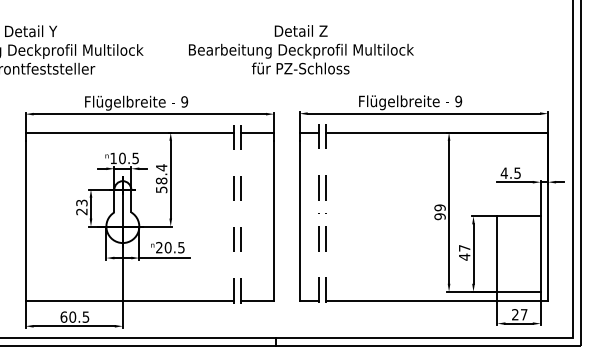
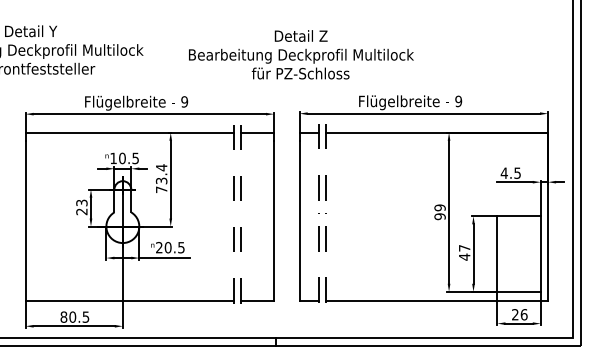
text at (301, 49) position: (301, 49) -> (301, 54)
text at (161, 185): 58.4 -> 73.4
text at (523, 314): 27 -> 26
text at (63, 316): 60.5 -> 80.5
